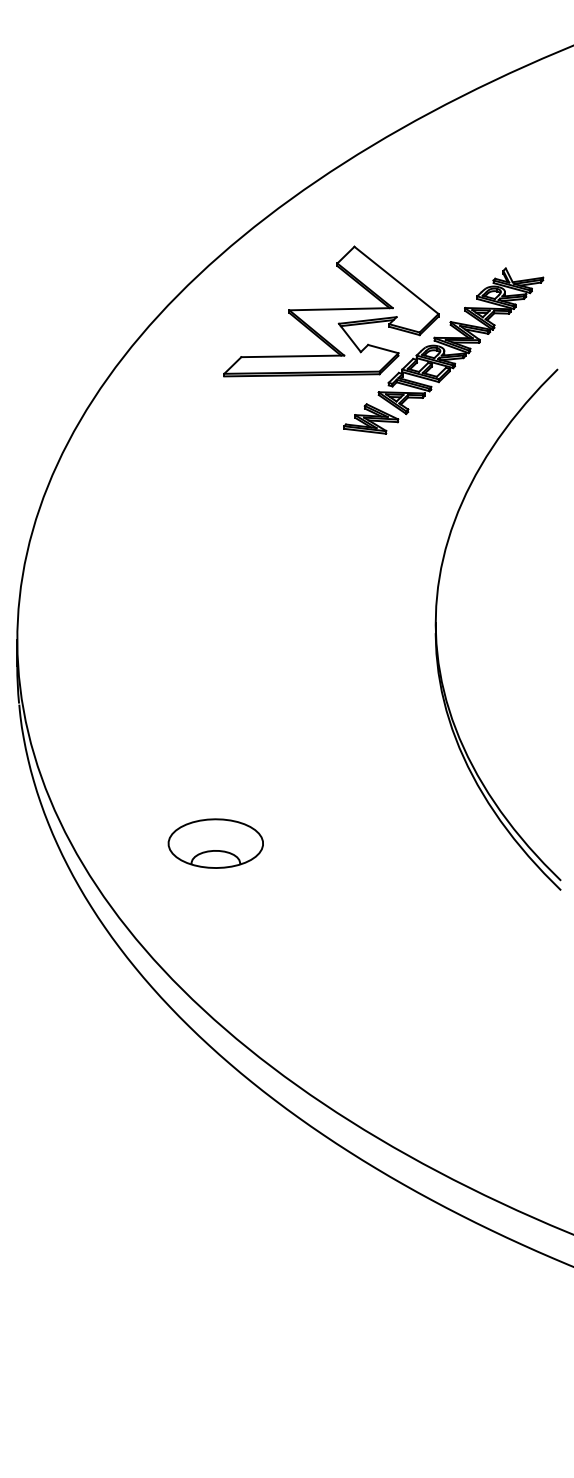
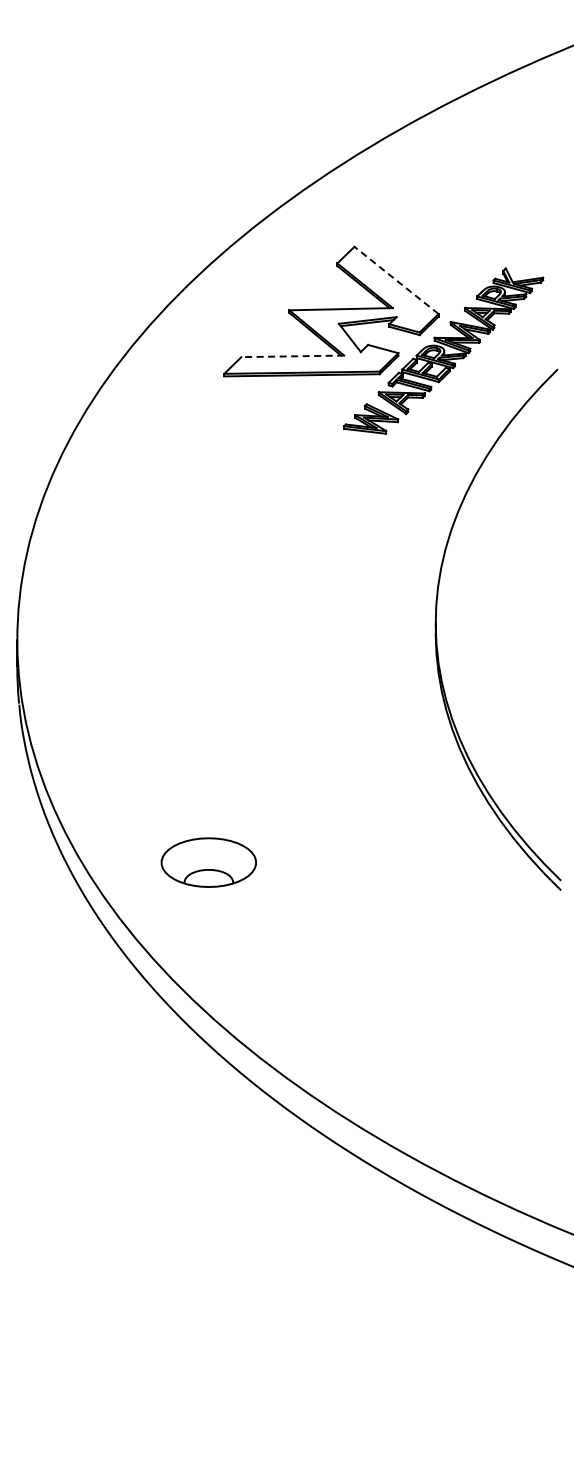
line at (396, 280): solid -> dashed
line at (292, 356): solid -> dashed
part at (215, 843) position: (215, 843) -> (208, 862)
